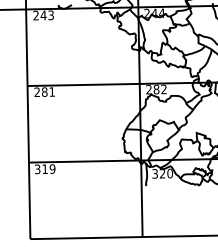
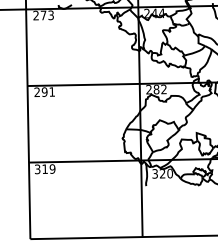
text at (43, 15): 243 -> 273
text at (44, 91): 281 -> 291
